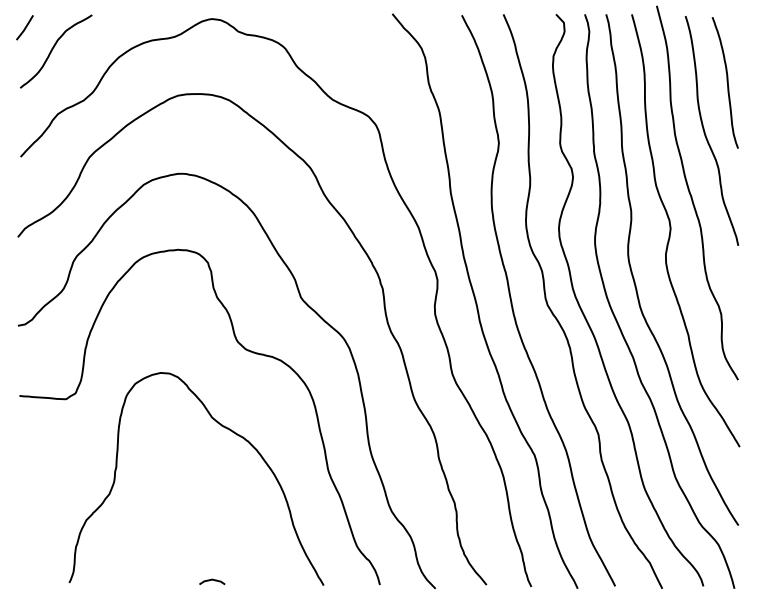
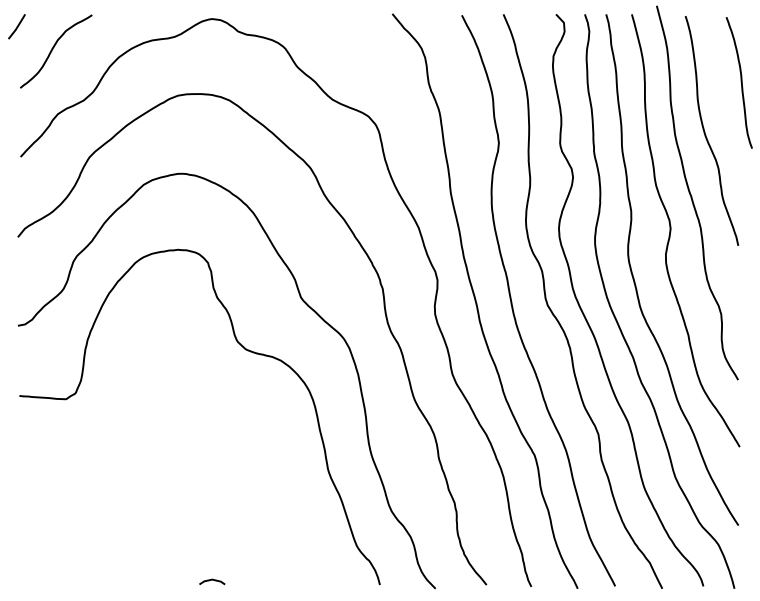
line at (24, 27) position: (24, 27) -> (16, 26)
curve at (726, 82) position: (726, 82) -> (740, 82)
curve at (221, 426): present -> none
